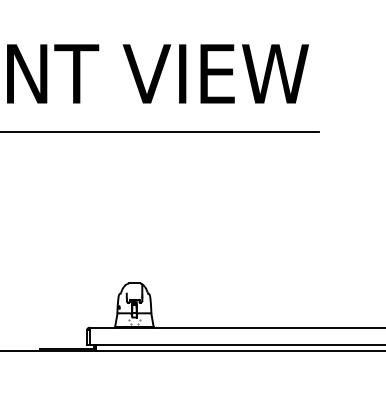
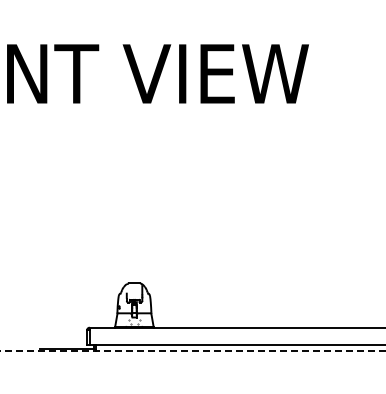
line at (160, 132): present -> none
line at (193, 350): solid -> dashed
